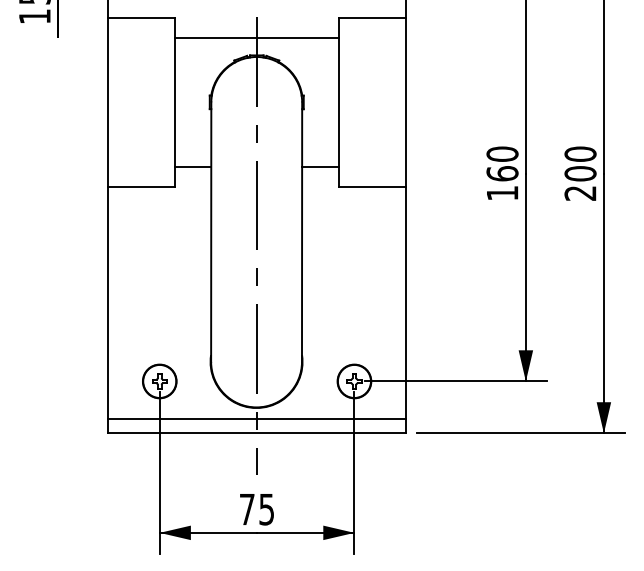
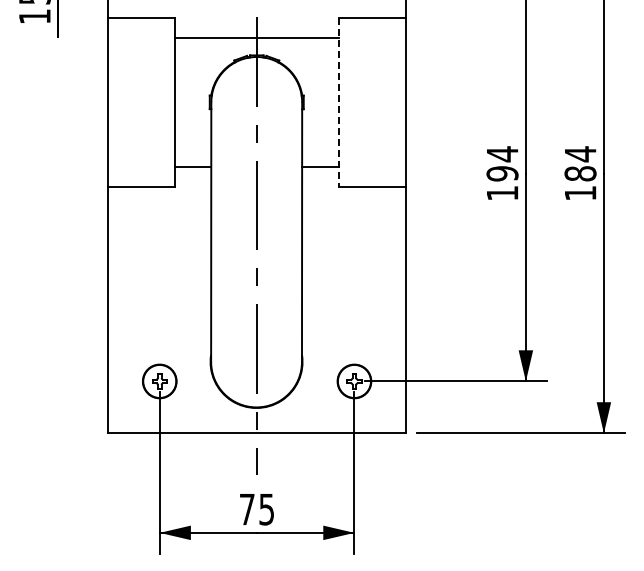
line at (339, 102): solid -> dashed
text at (502, 163): 160 -> 194
text at (580, 173): 200 -> 184
line at (256, 418): present -> none
